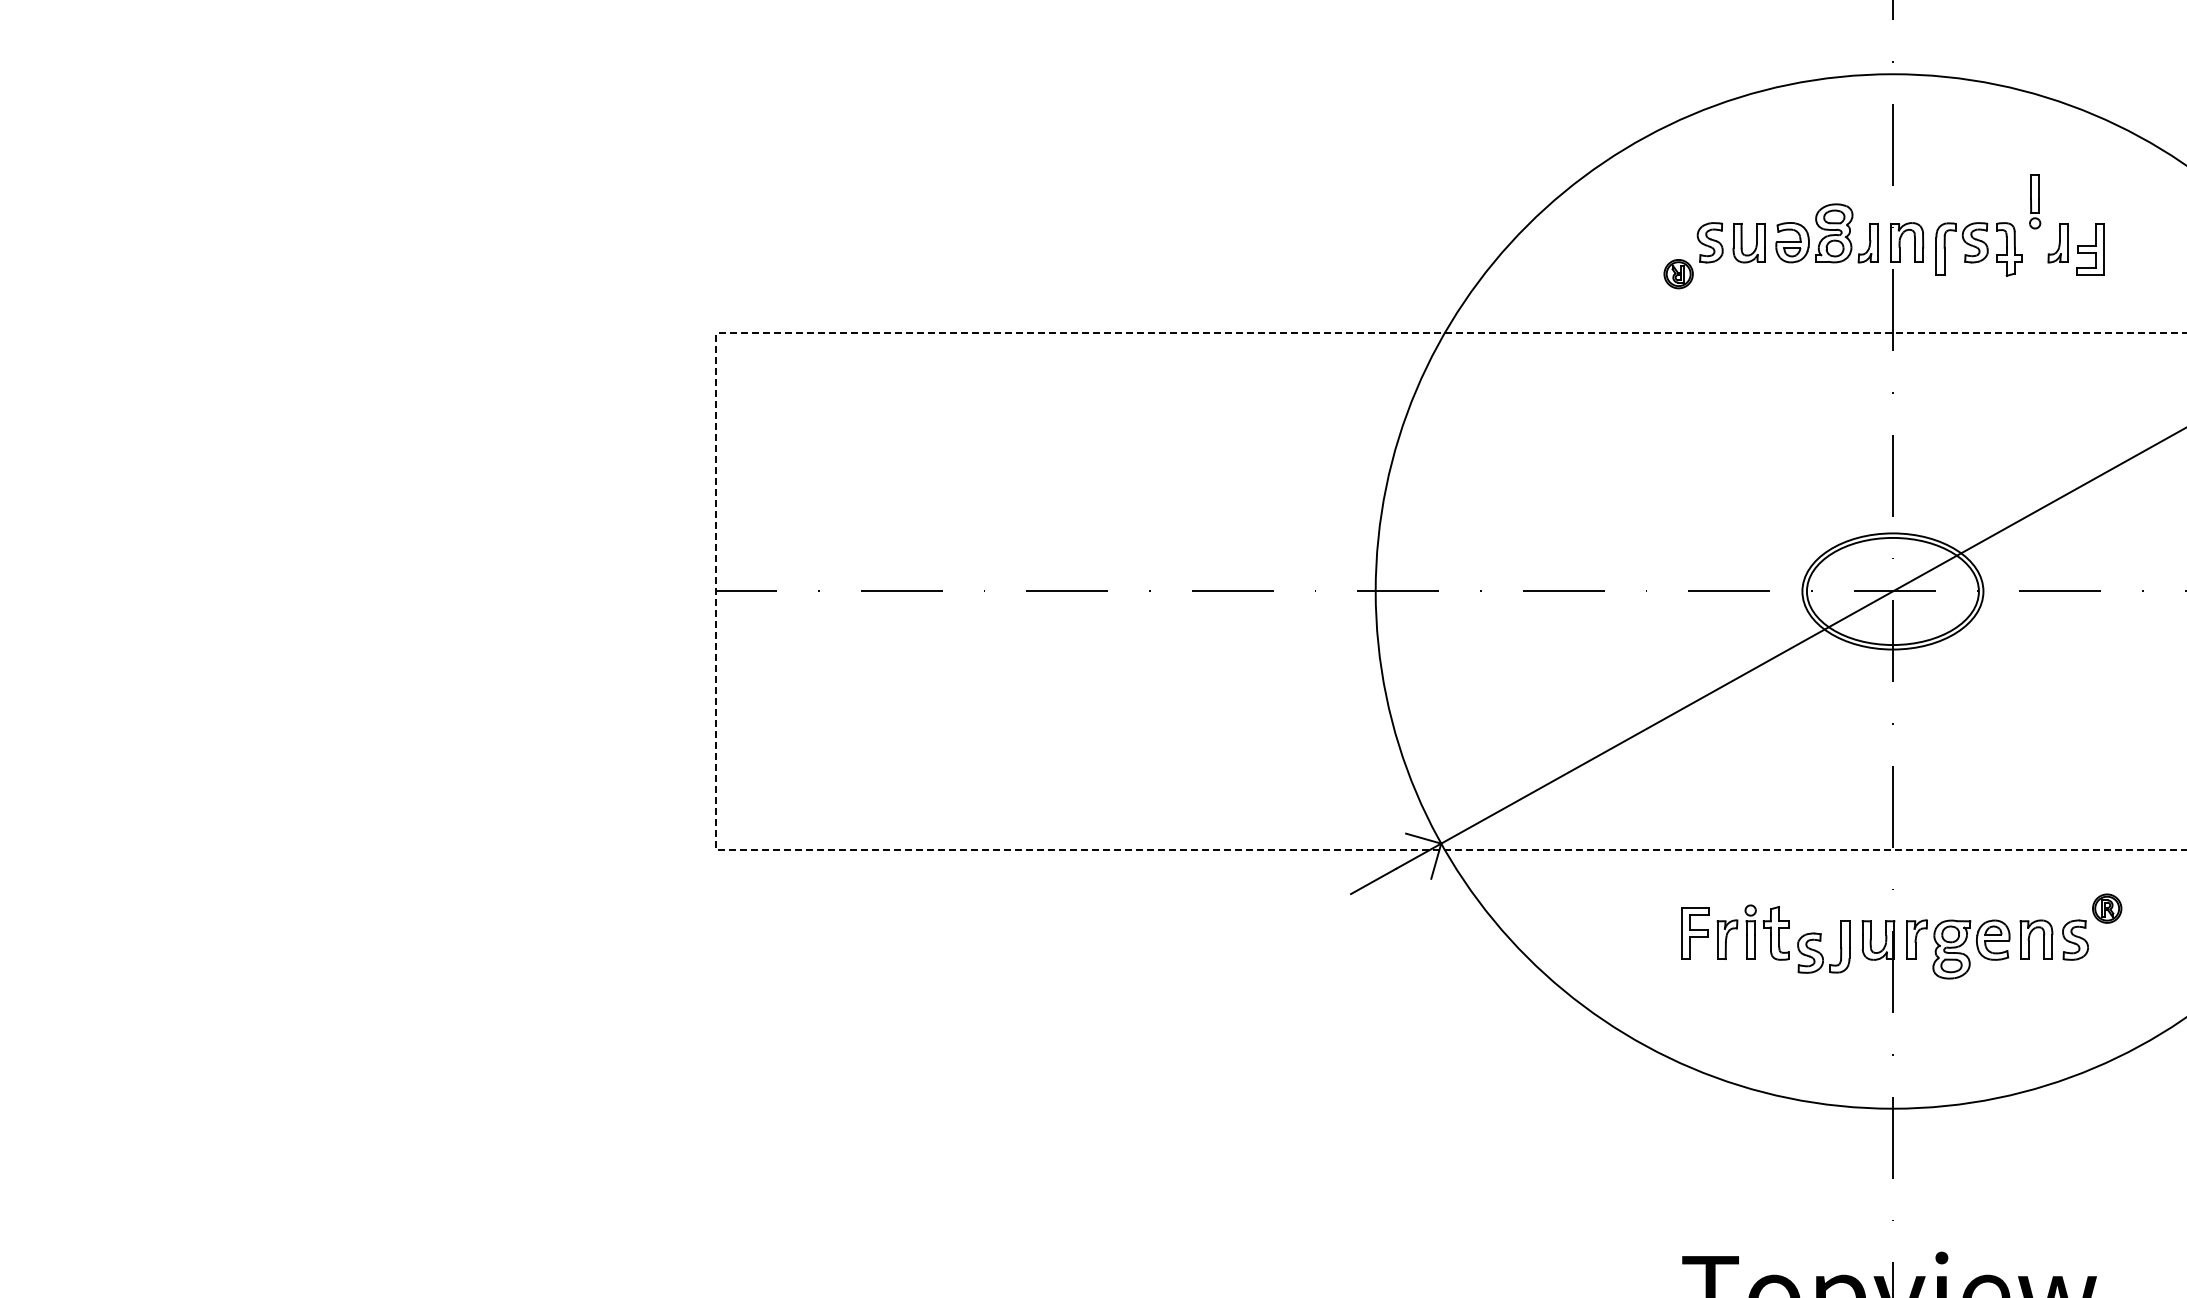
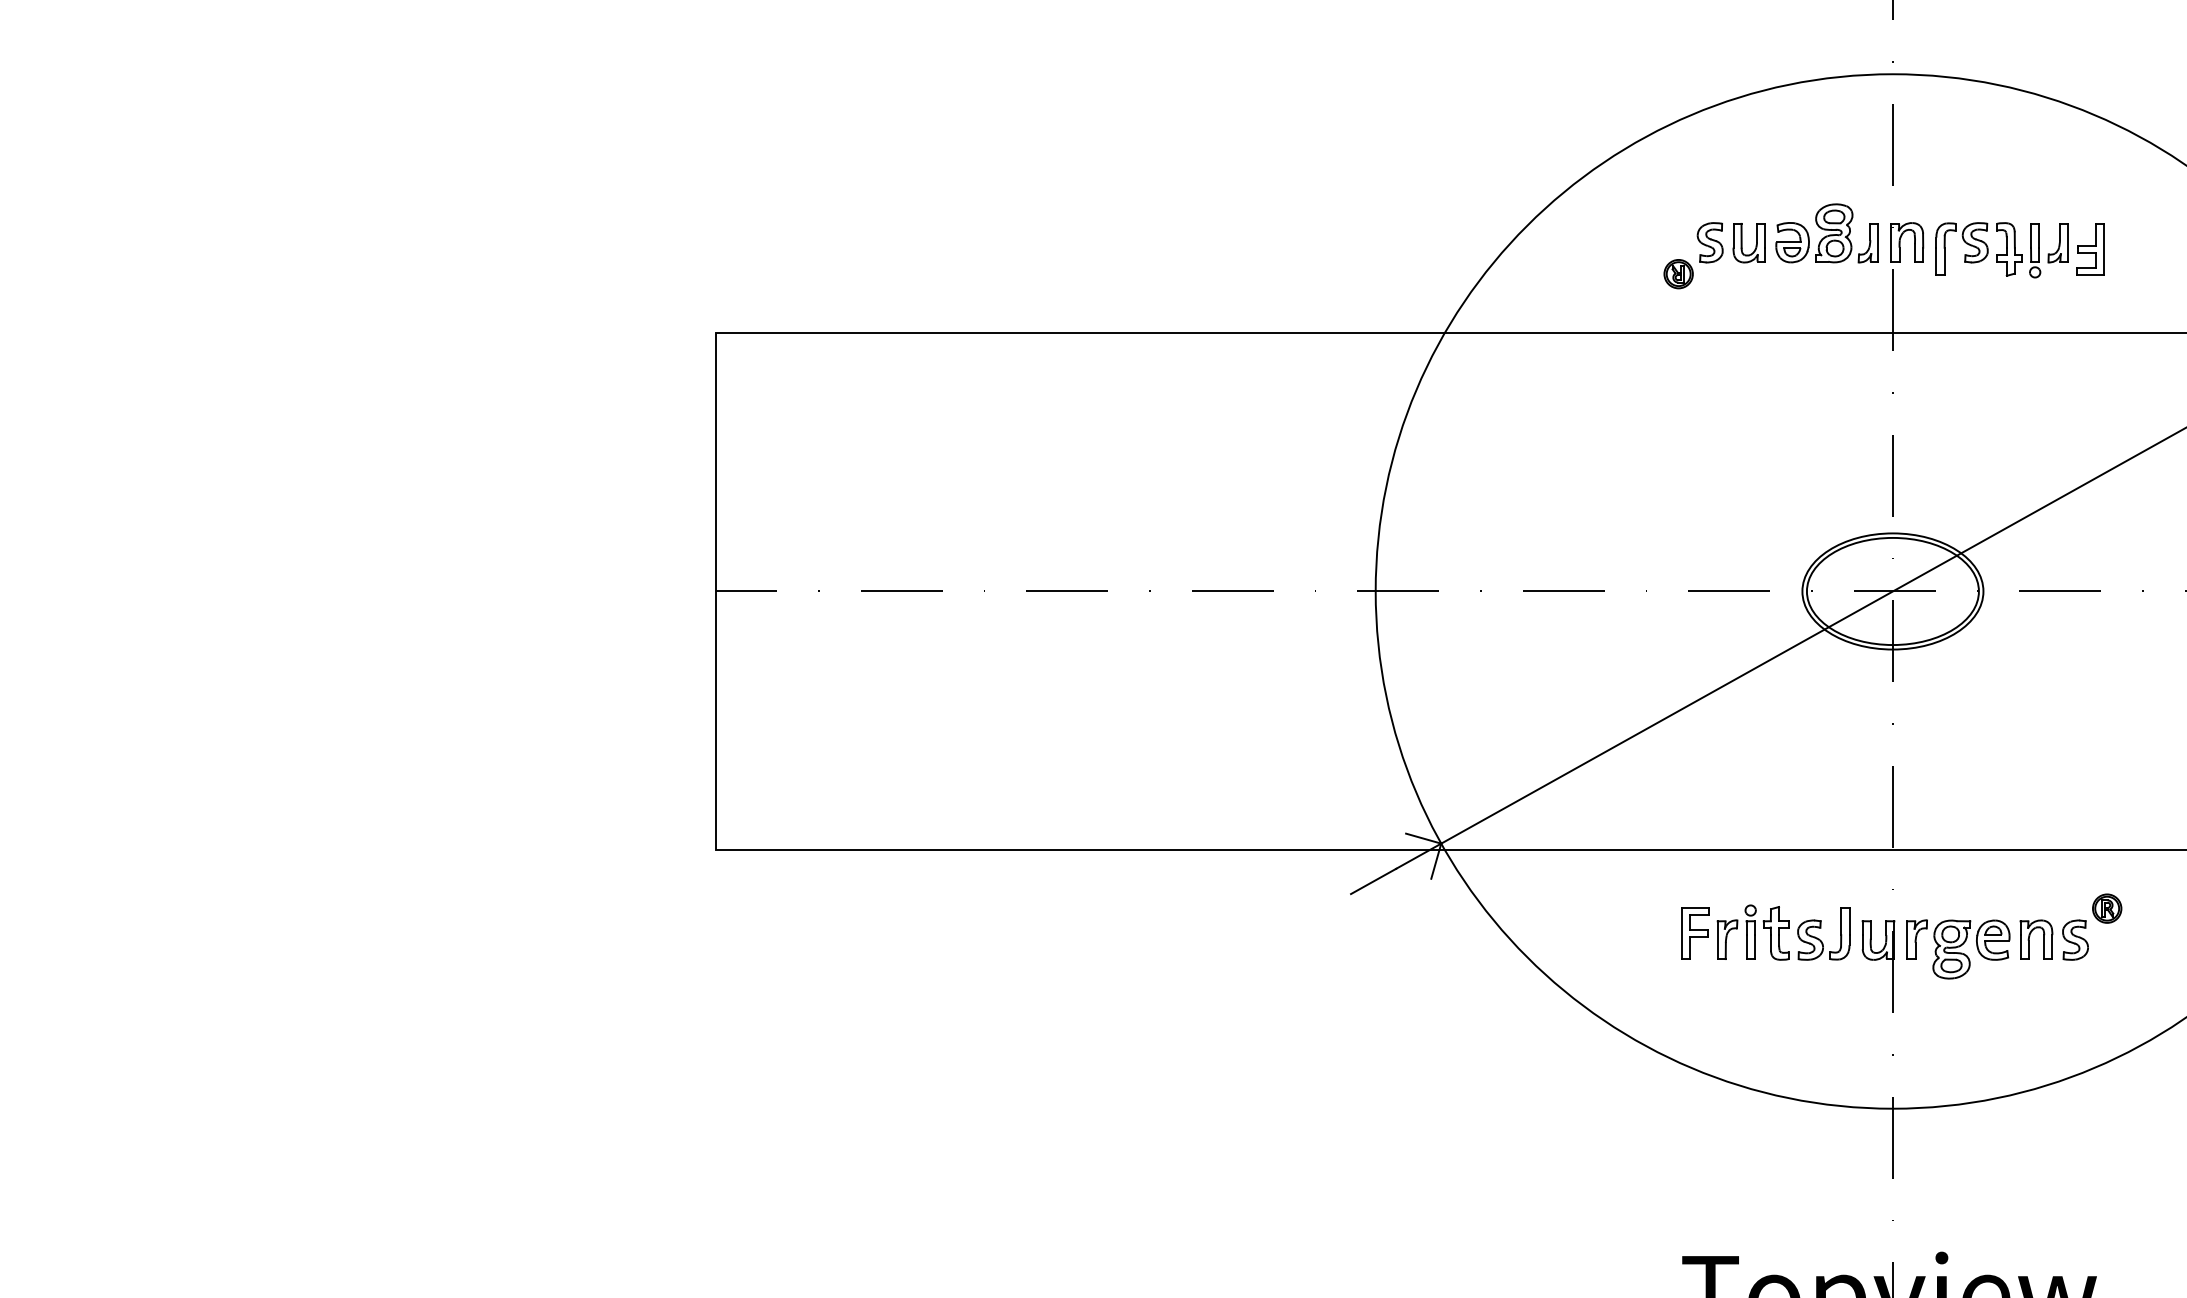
part at (2035, 201) position: (2035, 201) -> (2035, 250)
line at (716, 591): dashed -> solid
part at (1823, 946) position: (1823, 946) -> (1823, 933)
